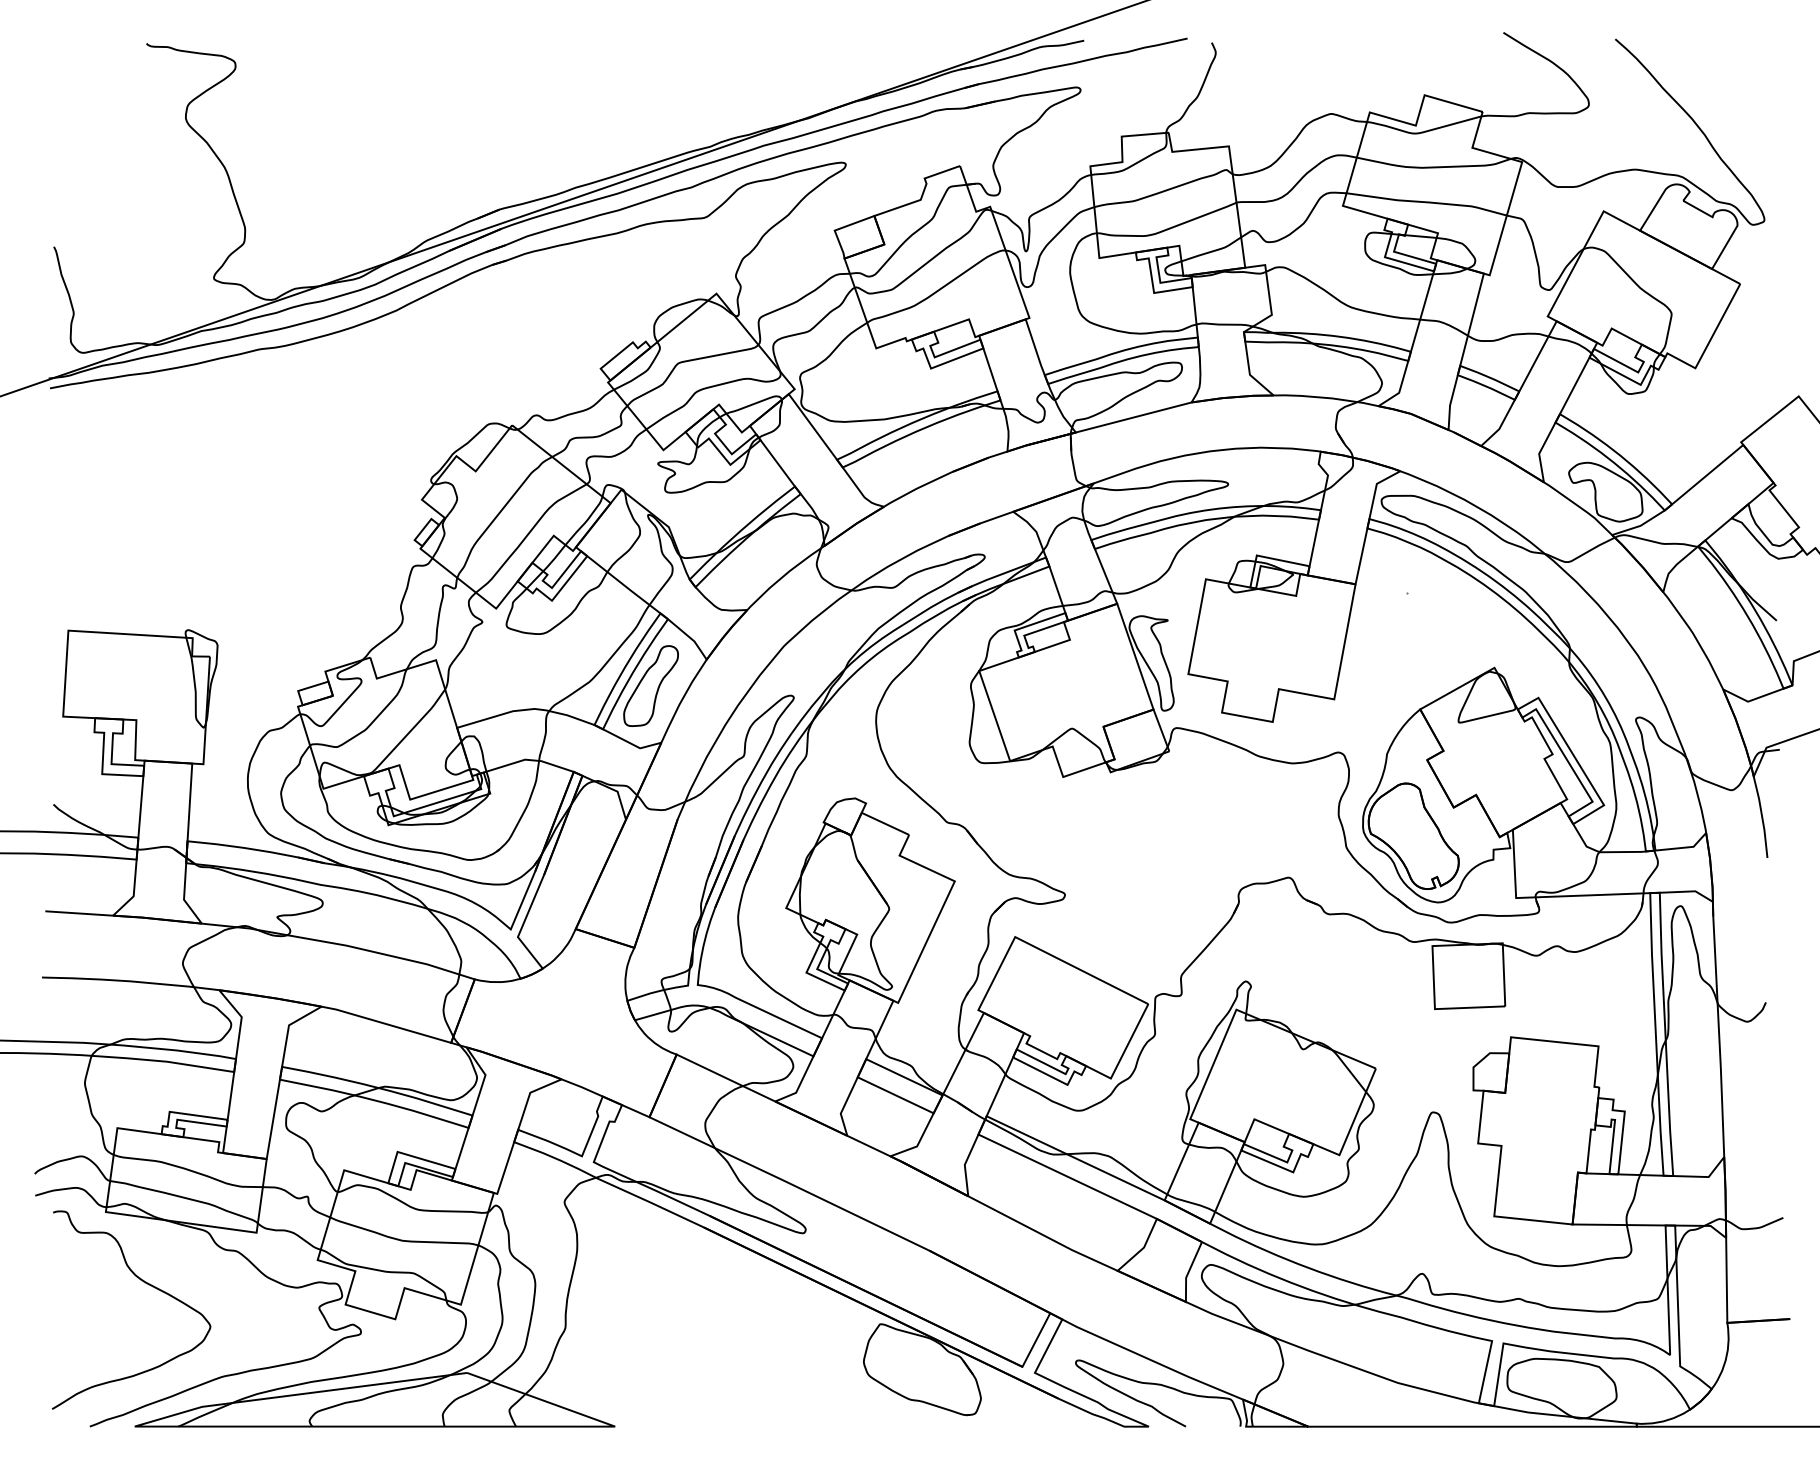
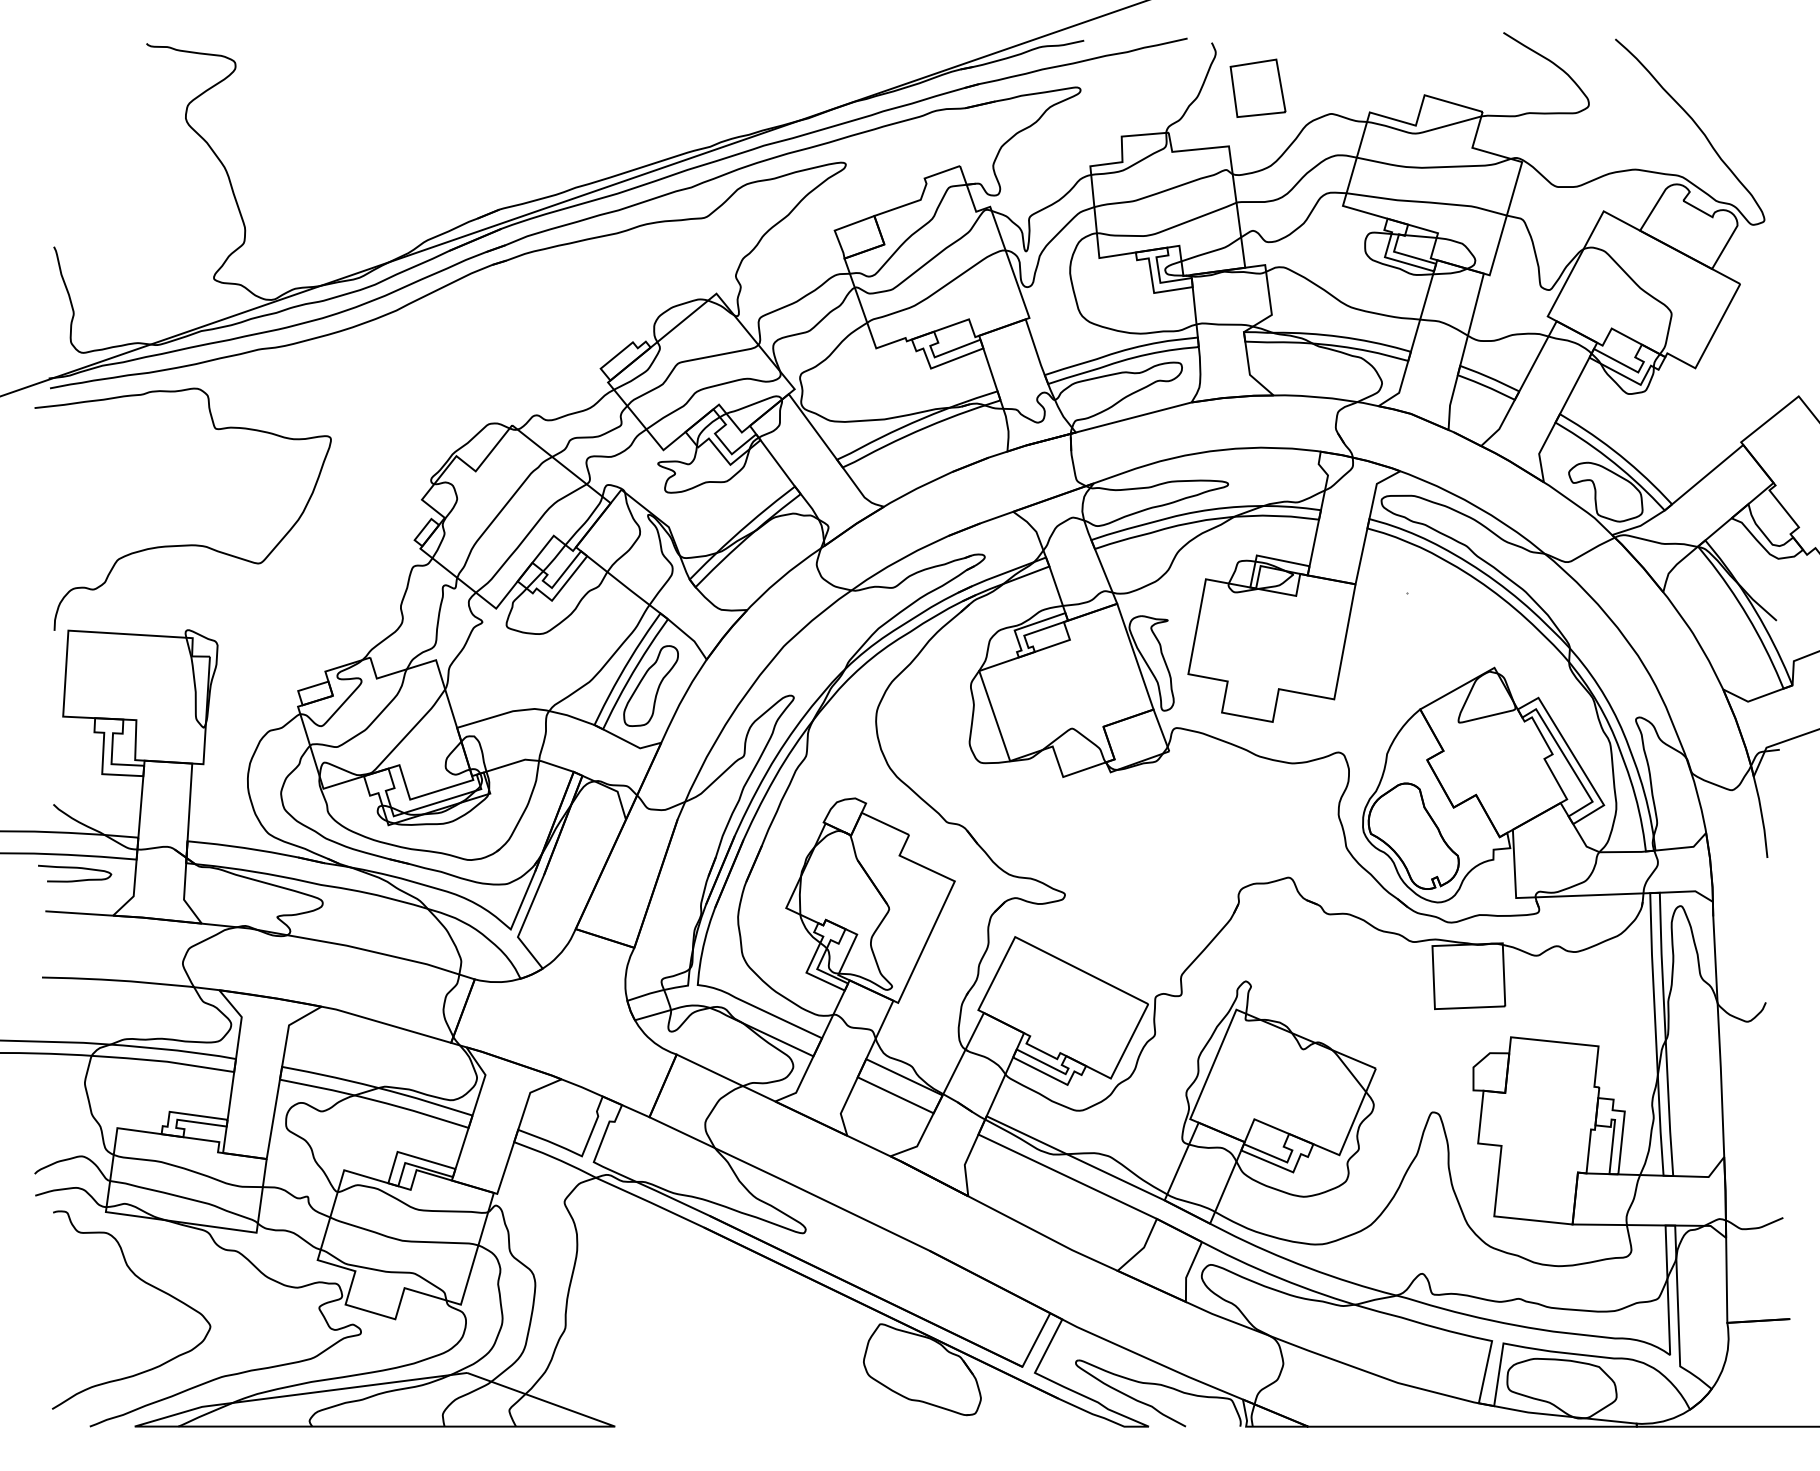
part at (1257, 87): none -> present
curve at (182, 544): none -> present
curve at (75, 868): none -> present
